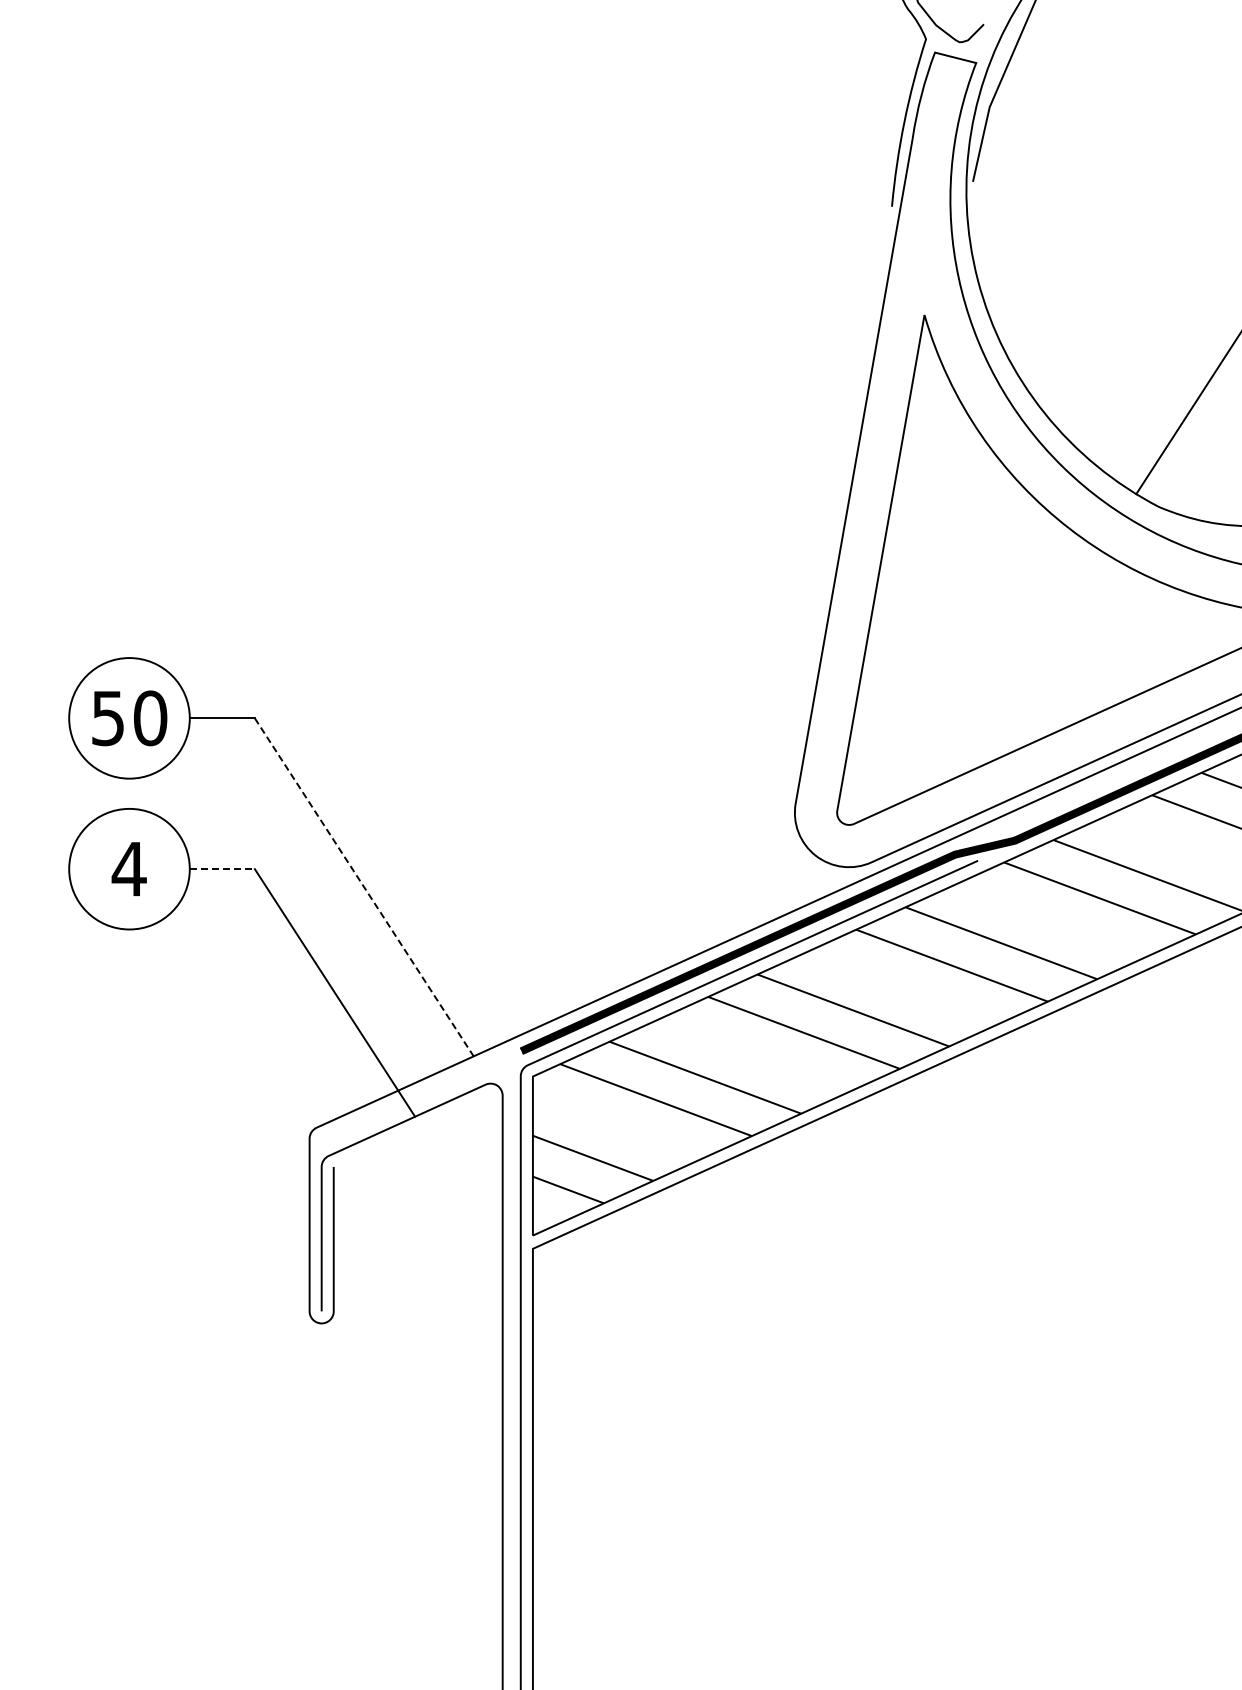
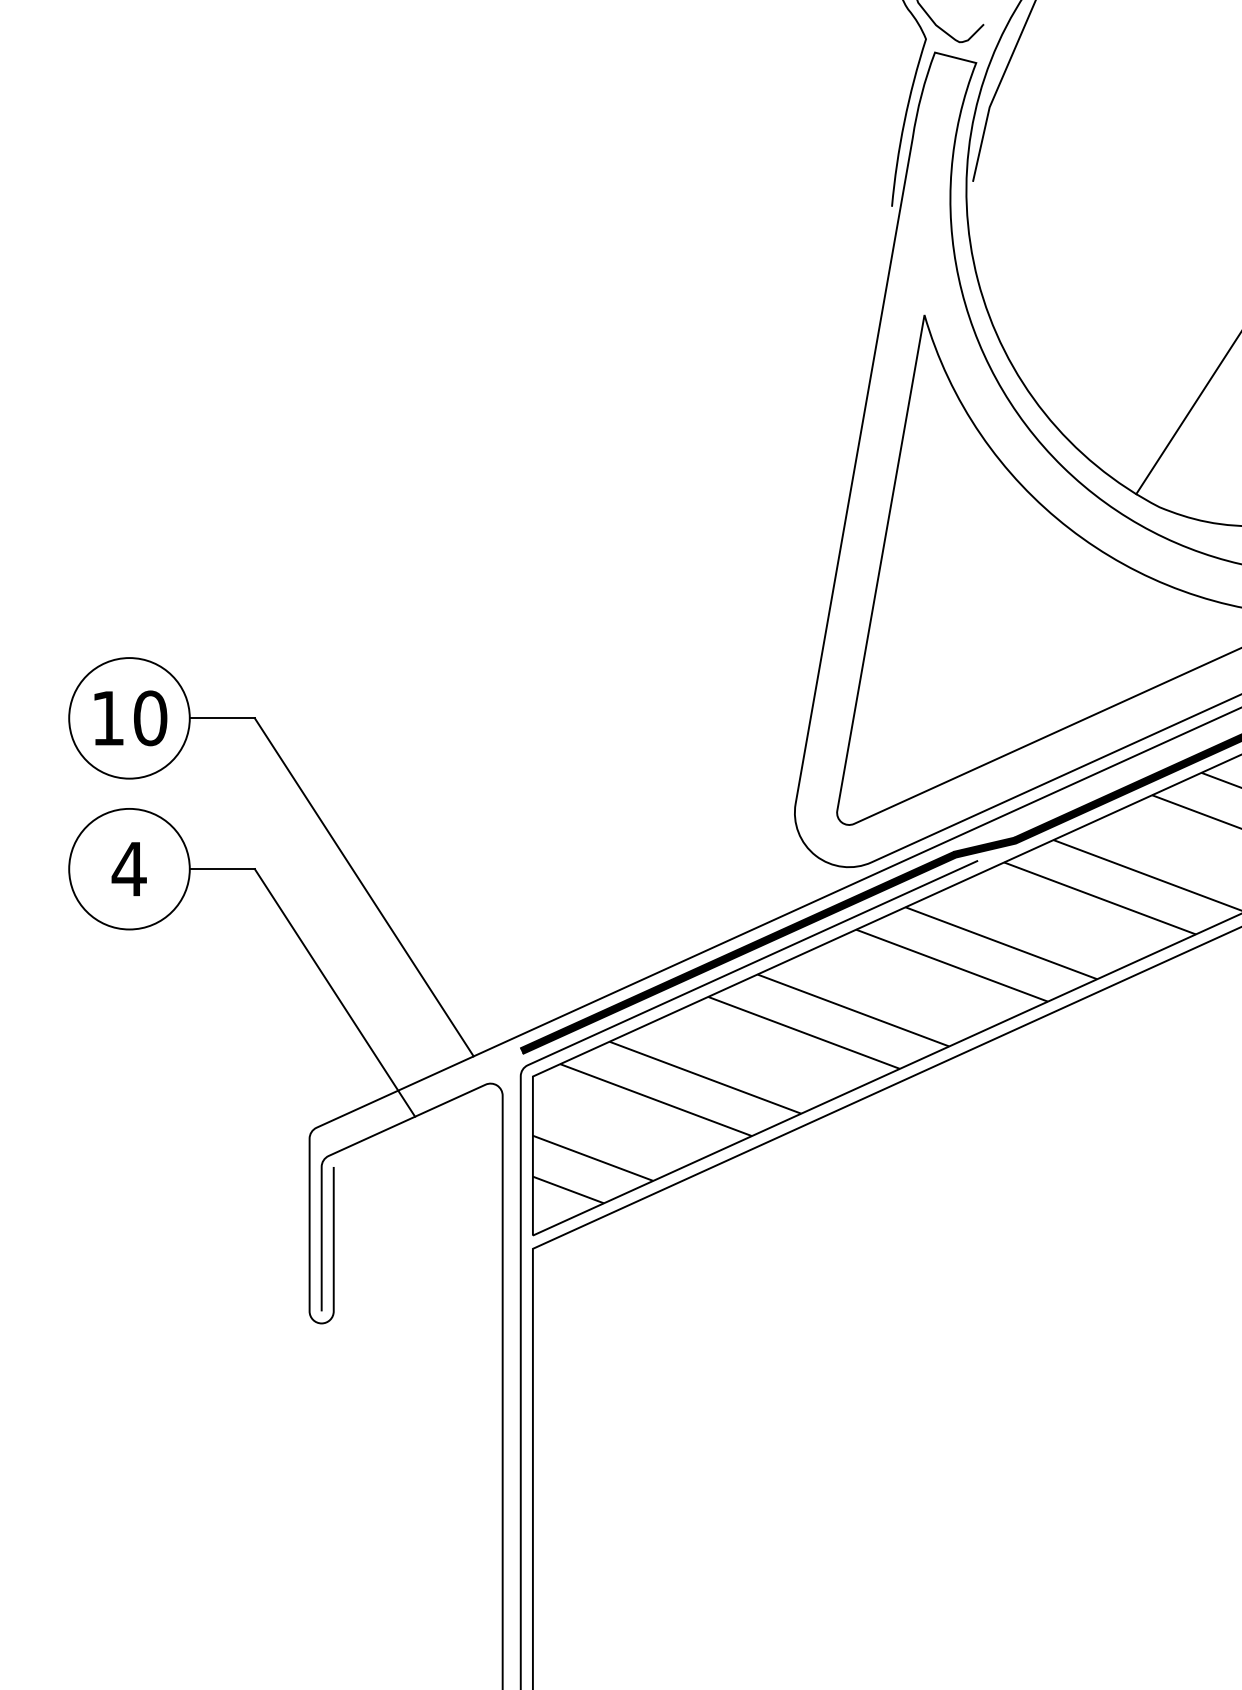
text at (107, 718): 50 -> 10
line at (222, 869): dashed -> solid
line at (364, 887): dashed -> solid
